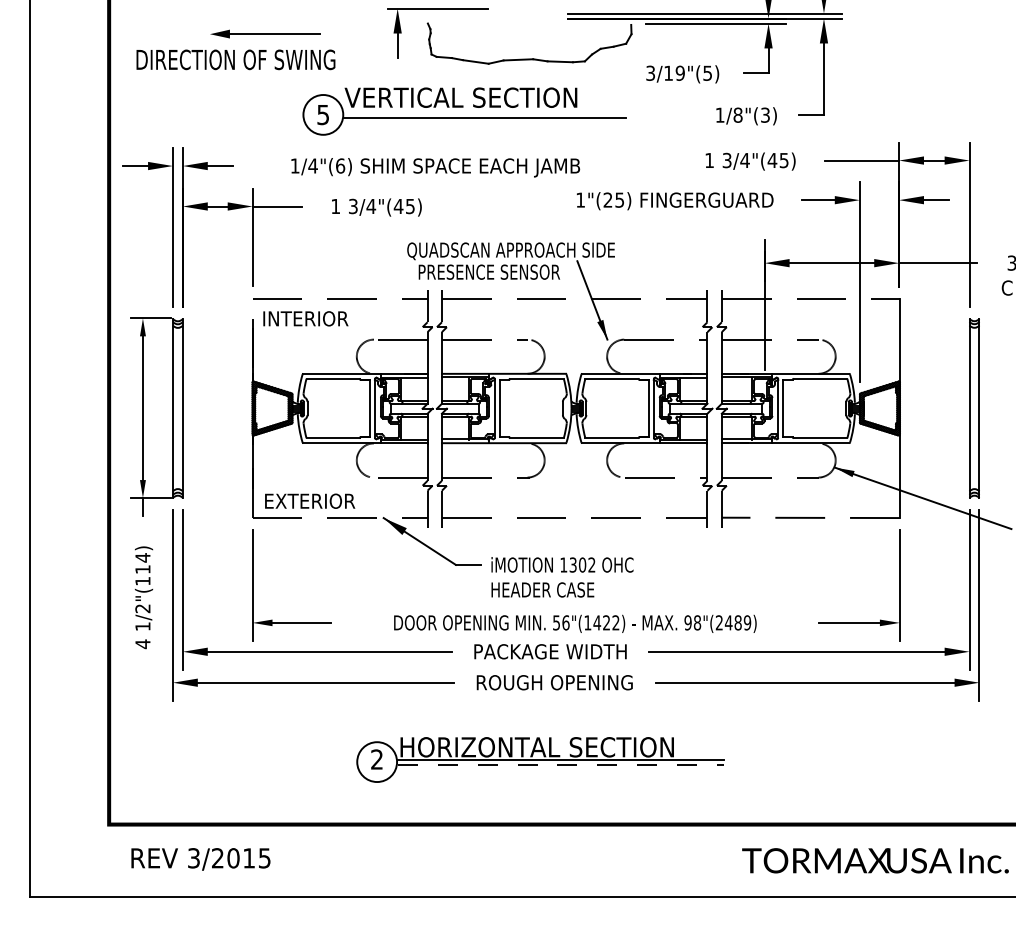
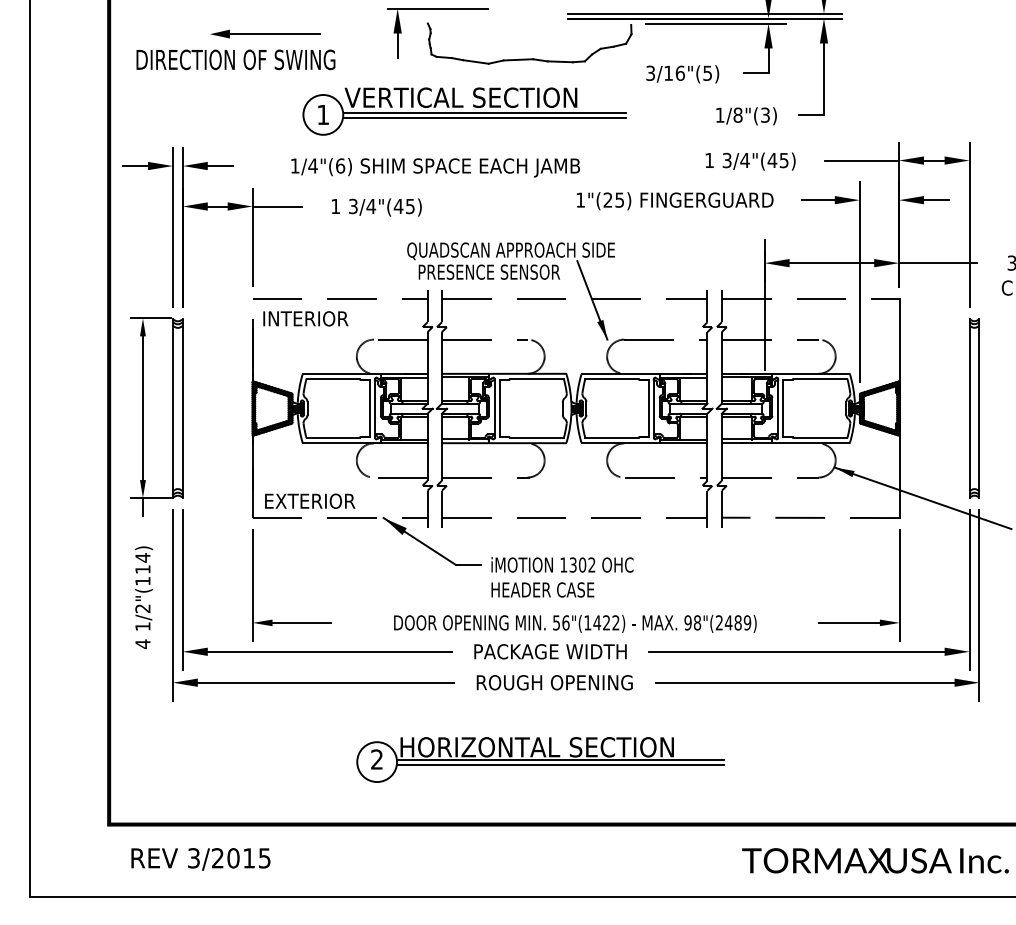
text at (679, 72): 3/19"(5) -> 3/16"(5)
line at (484, 112): none -> present
text at (322, 115): 5 -> 1
line at (561, 765): dashed -> solid
